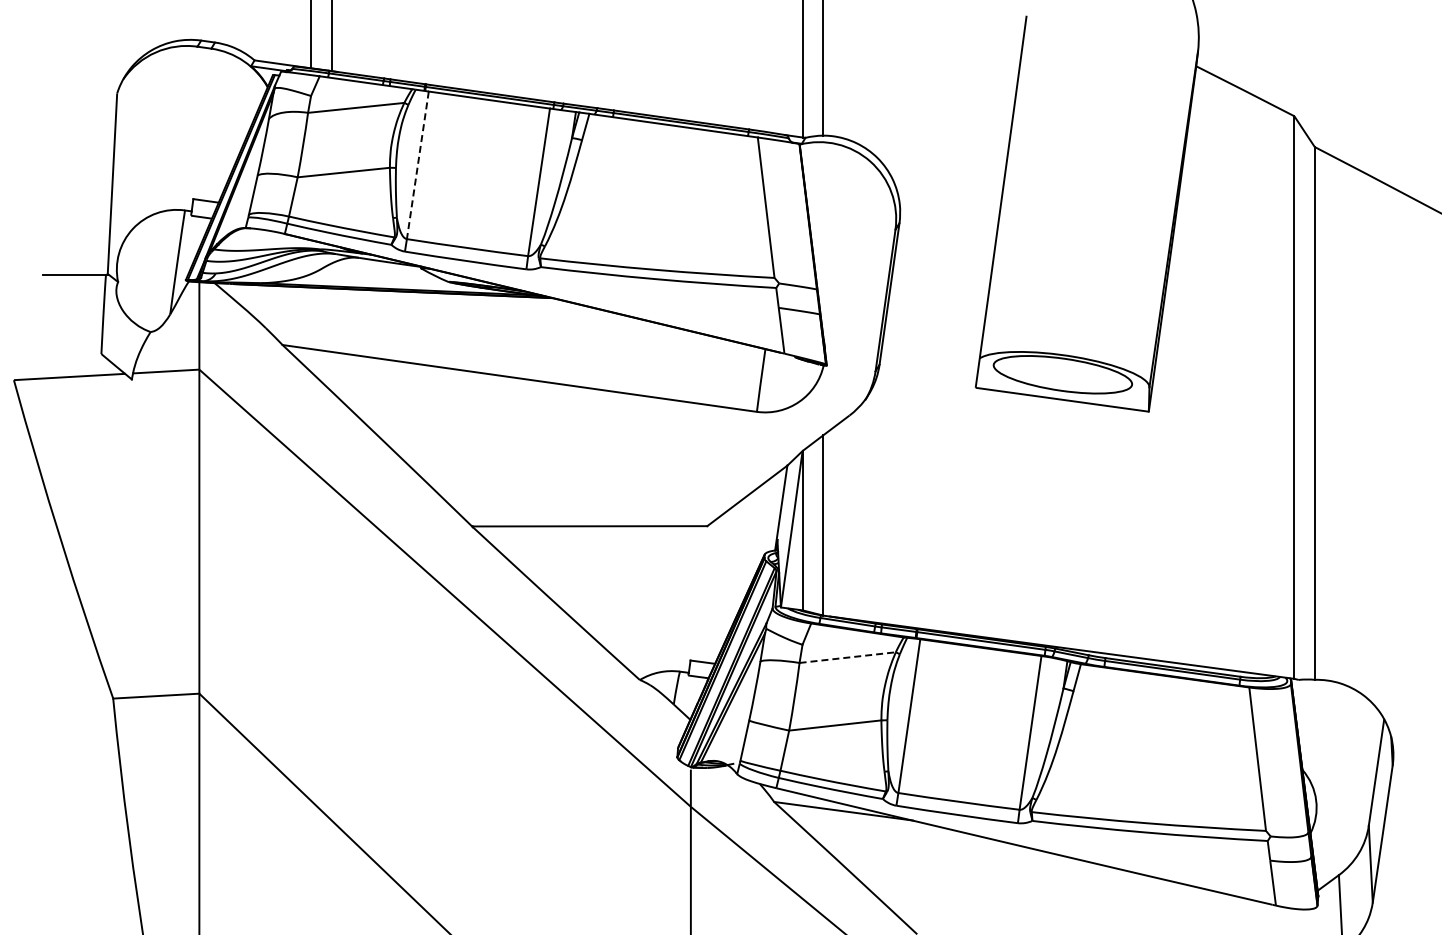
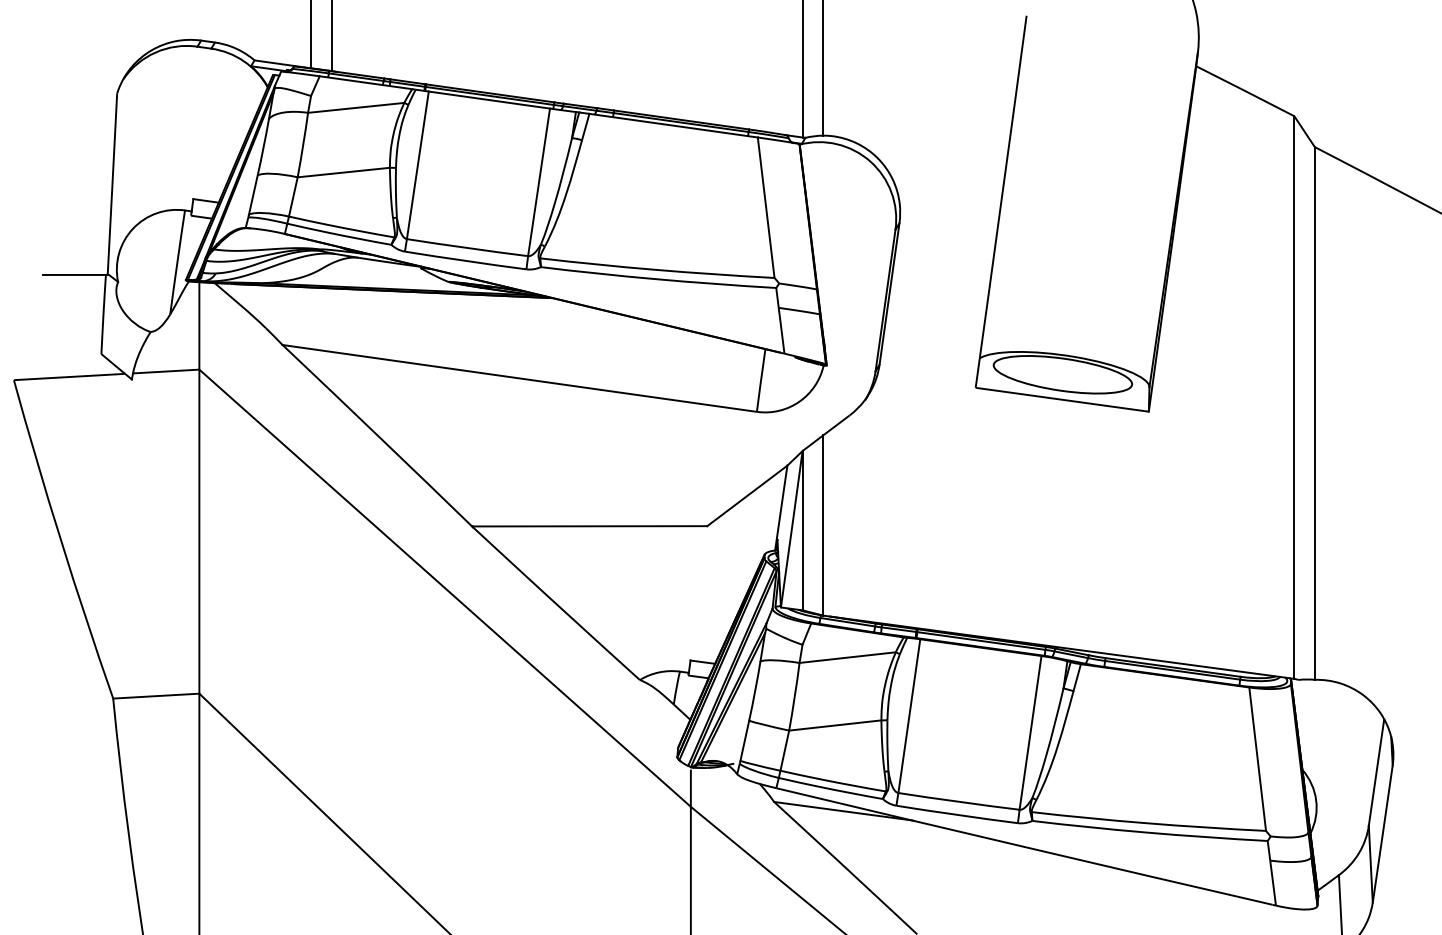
line at (417, 165): dashed -> solid
line at (848, 657): dashed -> solid
